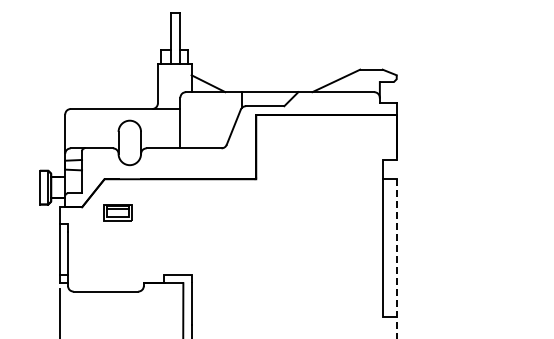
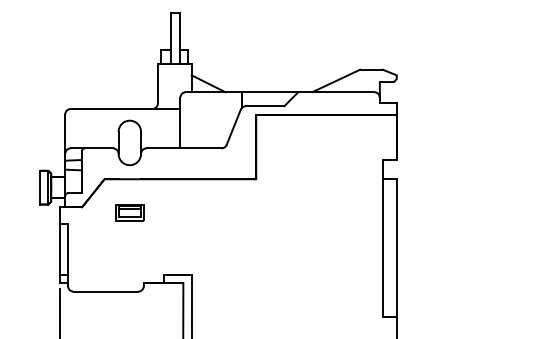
part at (117, 212) position: (117, 212) -> (129, 212)
line at (396, 259): dashed -> solid
